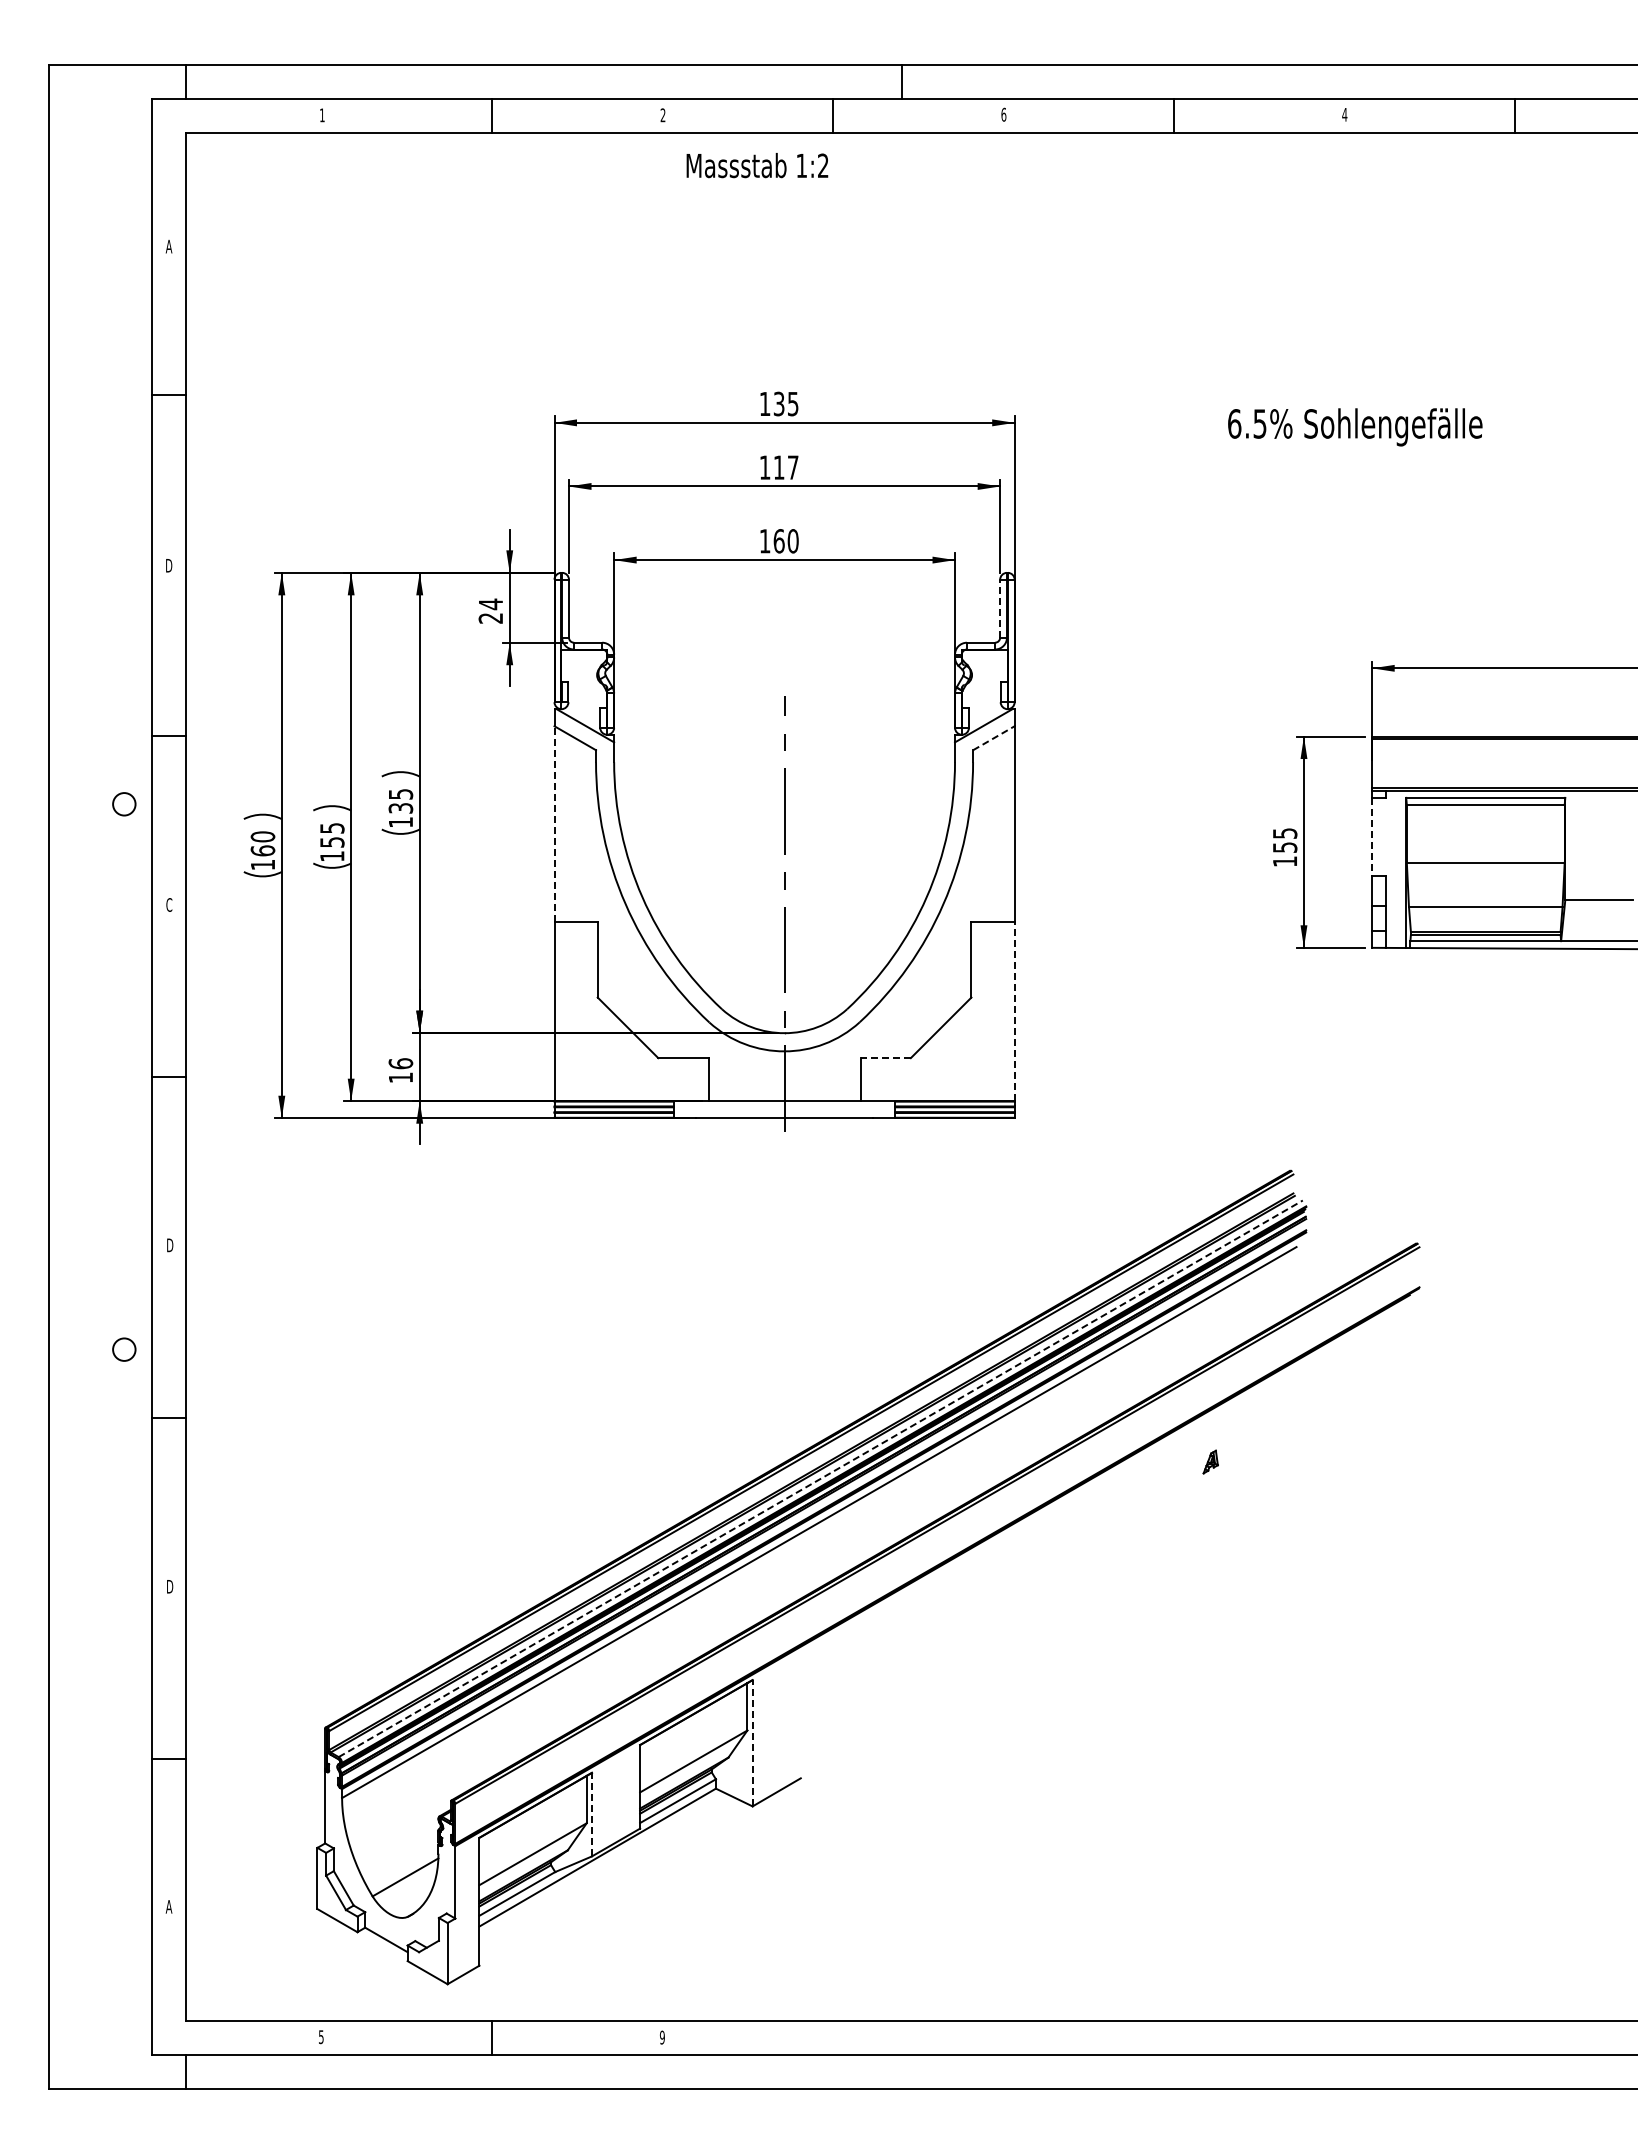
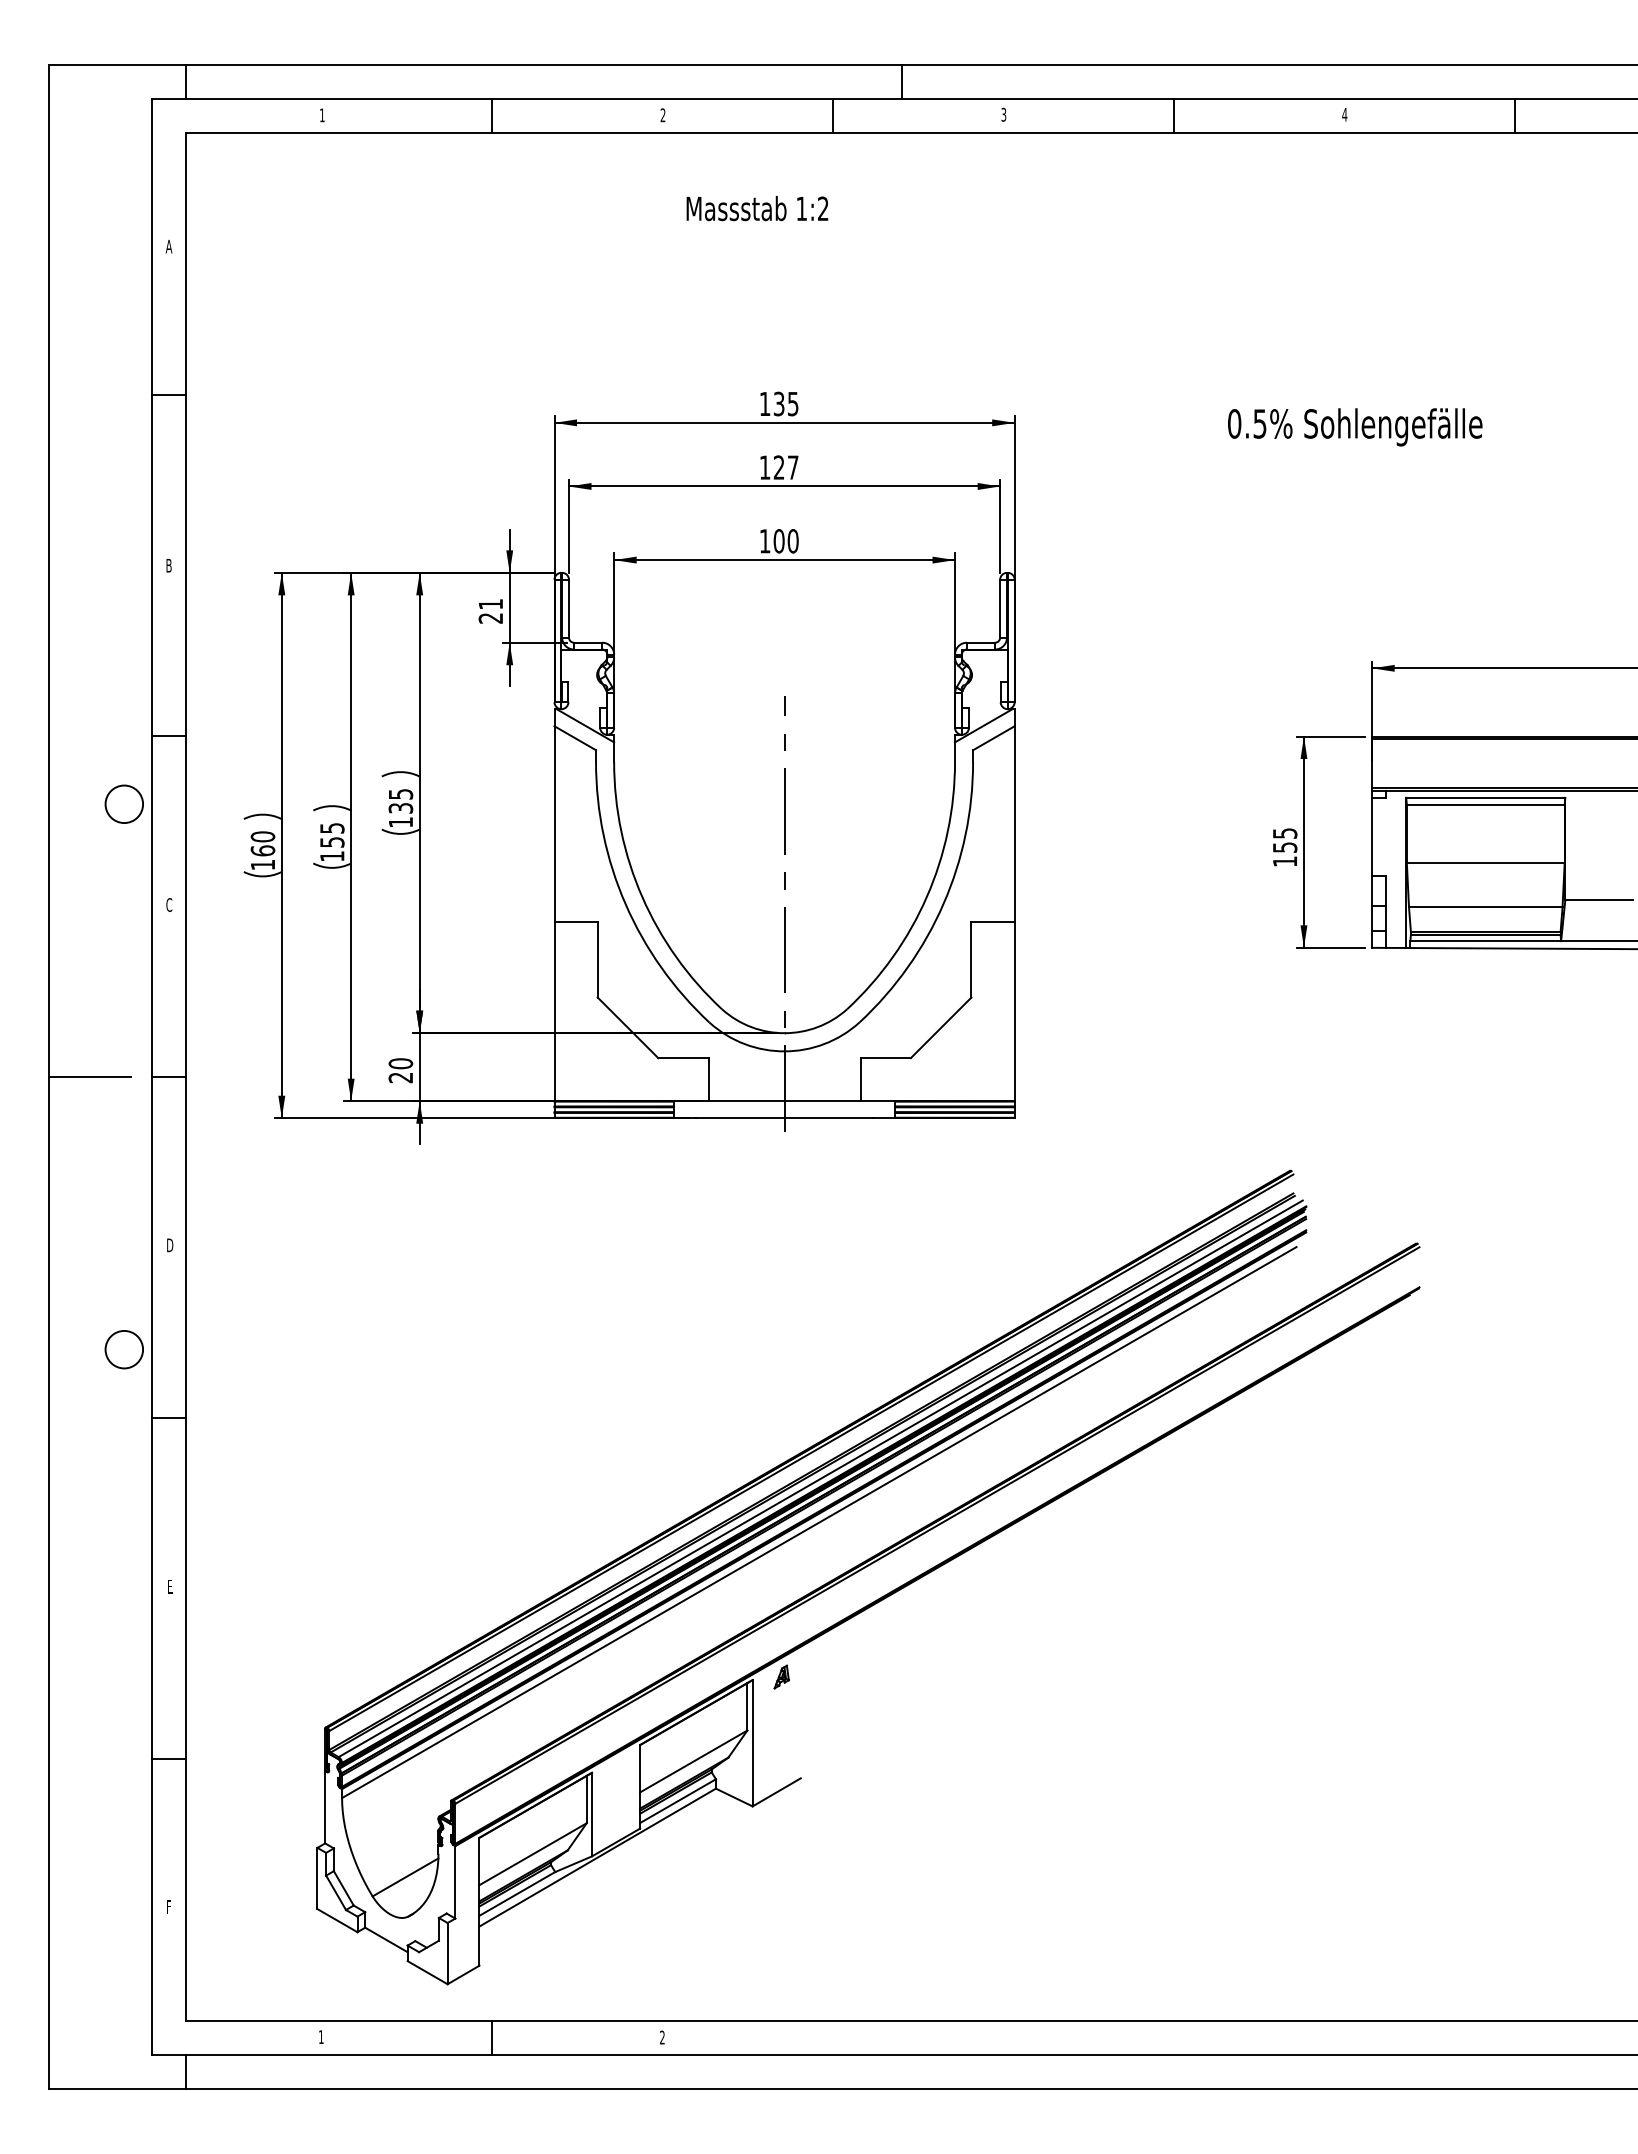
text at (1003, 114): 6 -> 3
text at (757, 165) position: (757, 165) -> (757, 208)
text at (1234, 423): 6.5% -> 0.5%
text at (778, 467): 117 -> 127
text at (778, 541): 160 -> 100
text at (169, 565): D -> B
text at (490, 604): 24 -> 21
line at (1000, 608): dashed -> solid
line at (994, 738): dashed -> solid
circle at (124, 804) diameter: 22 px -> 37 px
line at (554, 824): dashed -> solid
line at (1372, 837): dashed -> solid
line at (1014, 1011): dashed -> solid
line at (885, 1058): dashed -> solid
text at (400, 1070): 16 -> 20
line at (90, 1077): none -> present
circle at (124, 1349) diameter: 22 px -> 37 px
part at (1210, 1461) position: (1210, 1461) -> (781, 1676)
line at (820, 1478): dashed -> solid
text at (170, 1586): D -> E
line at (752, 1742): dashed -> solid
line at (591, 1814): dashed -> solid
text at (168, 1906): A -> F
text at (321, 2037): 5 -> 1
text at (661, 2037): 9 -> 2
